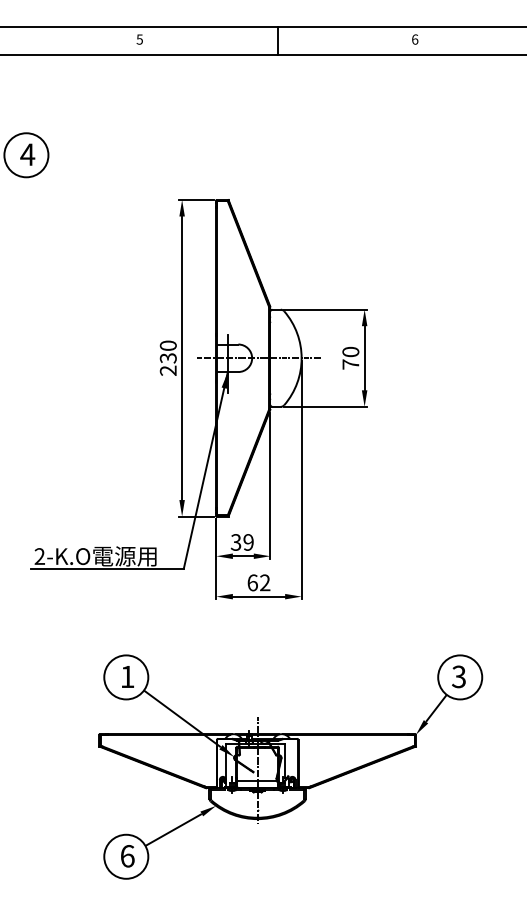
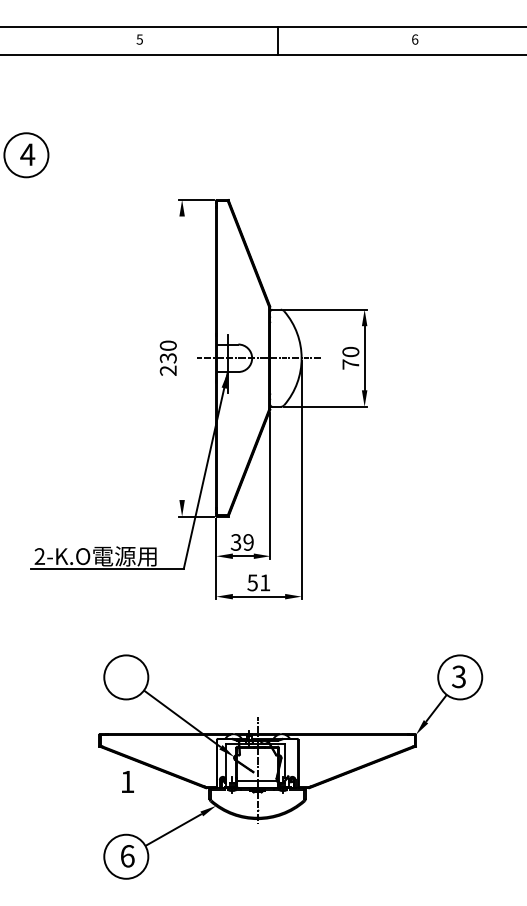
line at (182, 358): present -> none
text at (258, 582): 62 -> 51
text at (127, 676) position: (127, 676) -> (127, 781)
